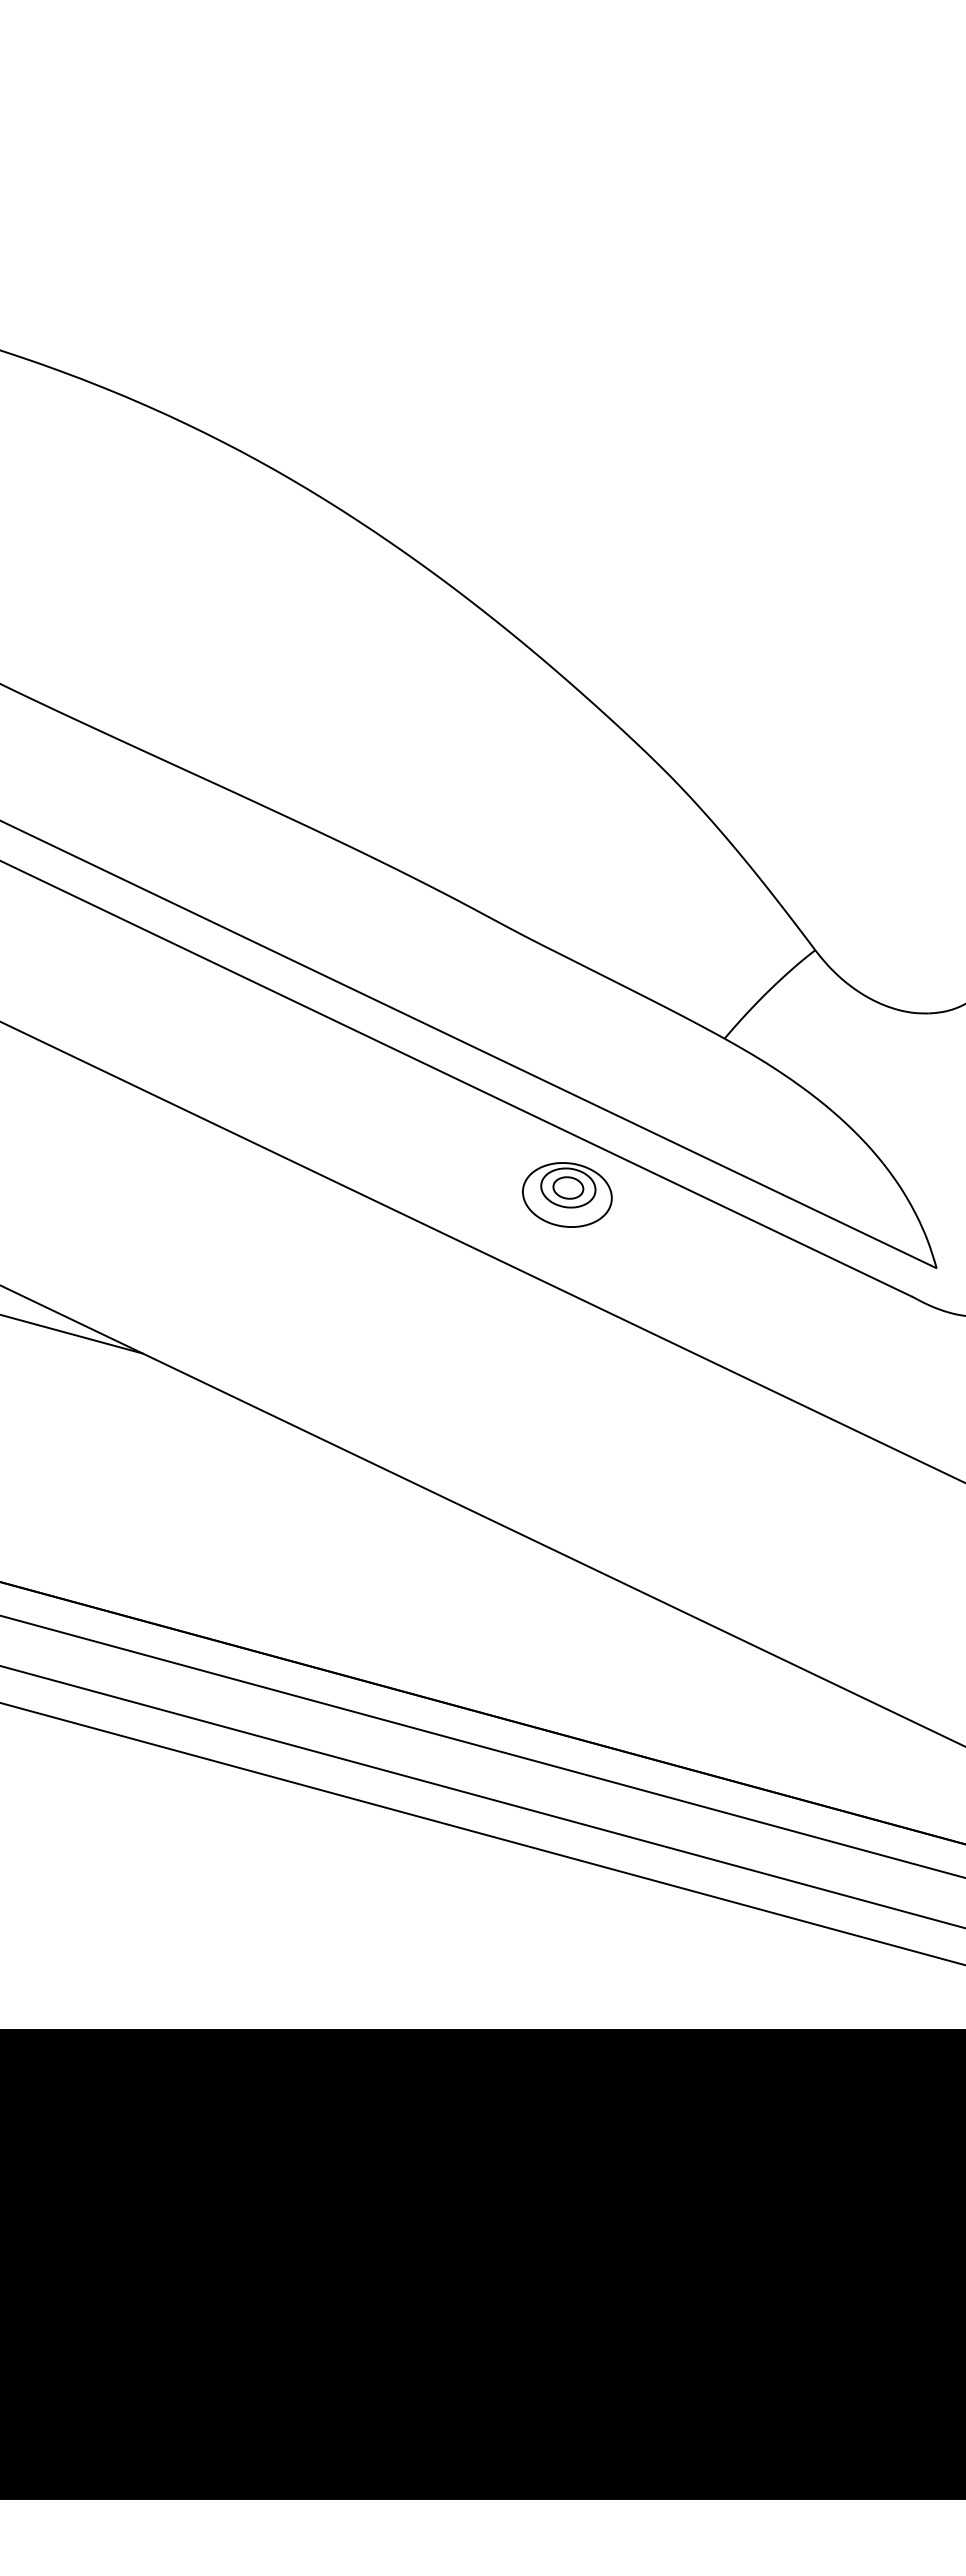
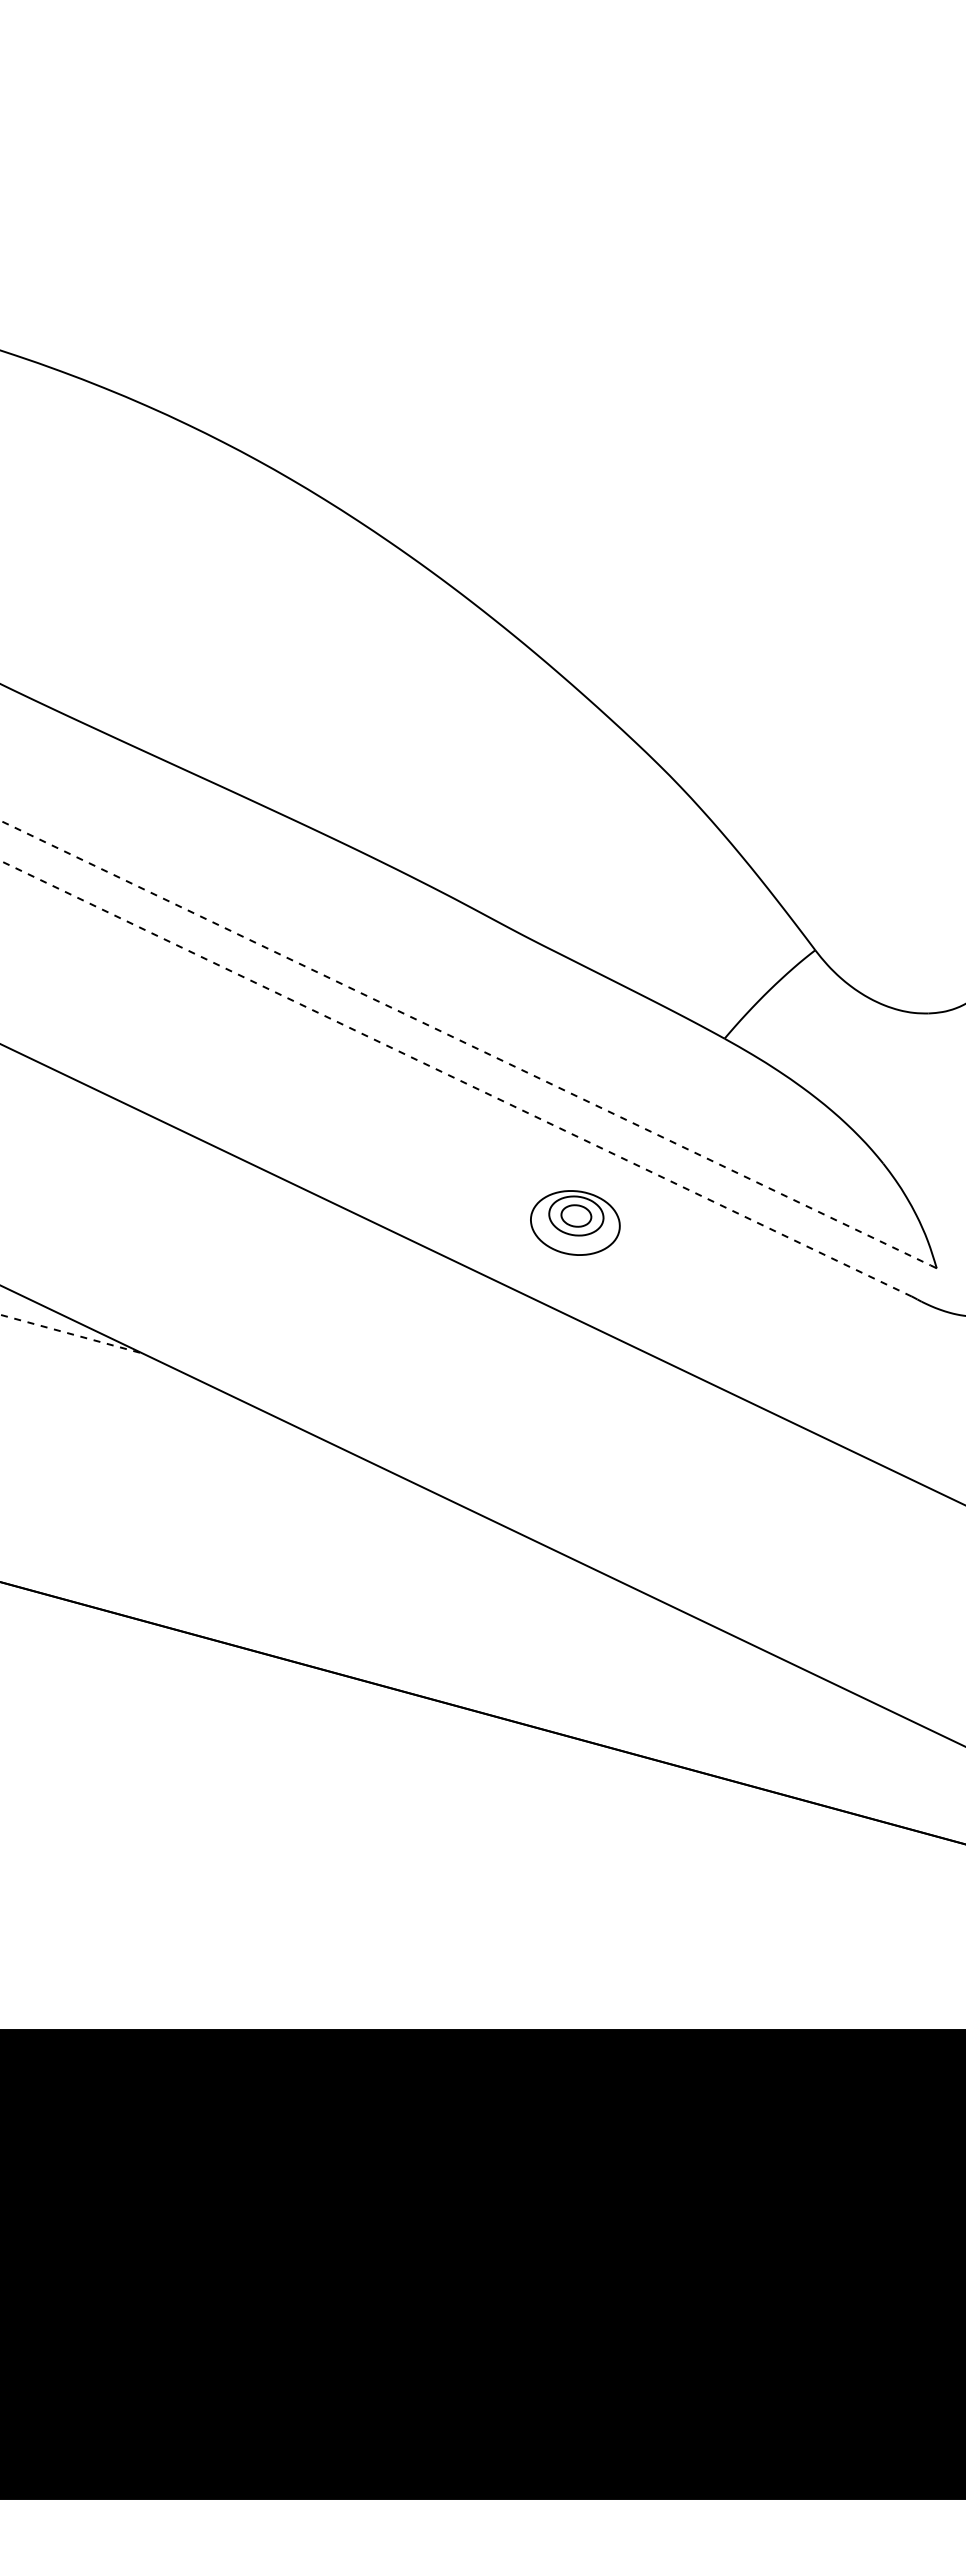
line at (466, 1043): solid -> dashed
line at (456, 1078): solid -> dashed
part at (567, 1194) position: (567, 1194) -> (575, 1222)
line at (482, 1251) position: (482, 1251) -> (482, 1274)
line at (72, 1334): solid -> dashed
line at (482, 1746): present -> none
line at (482, 1796): present -> none
line at (482, 1833): present -> none
